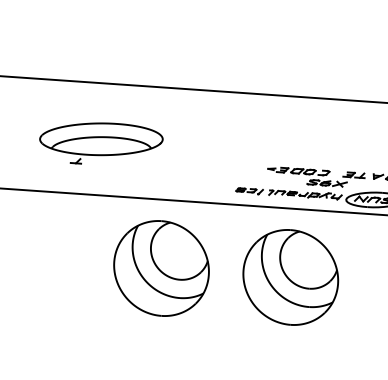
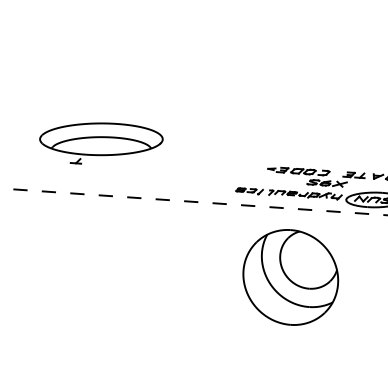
line at (193, 89): present -> none
line at (193, 201): solid -> dashed
part at (161, 268): present -> none
